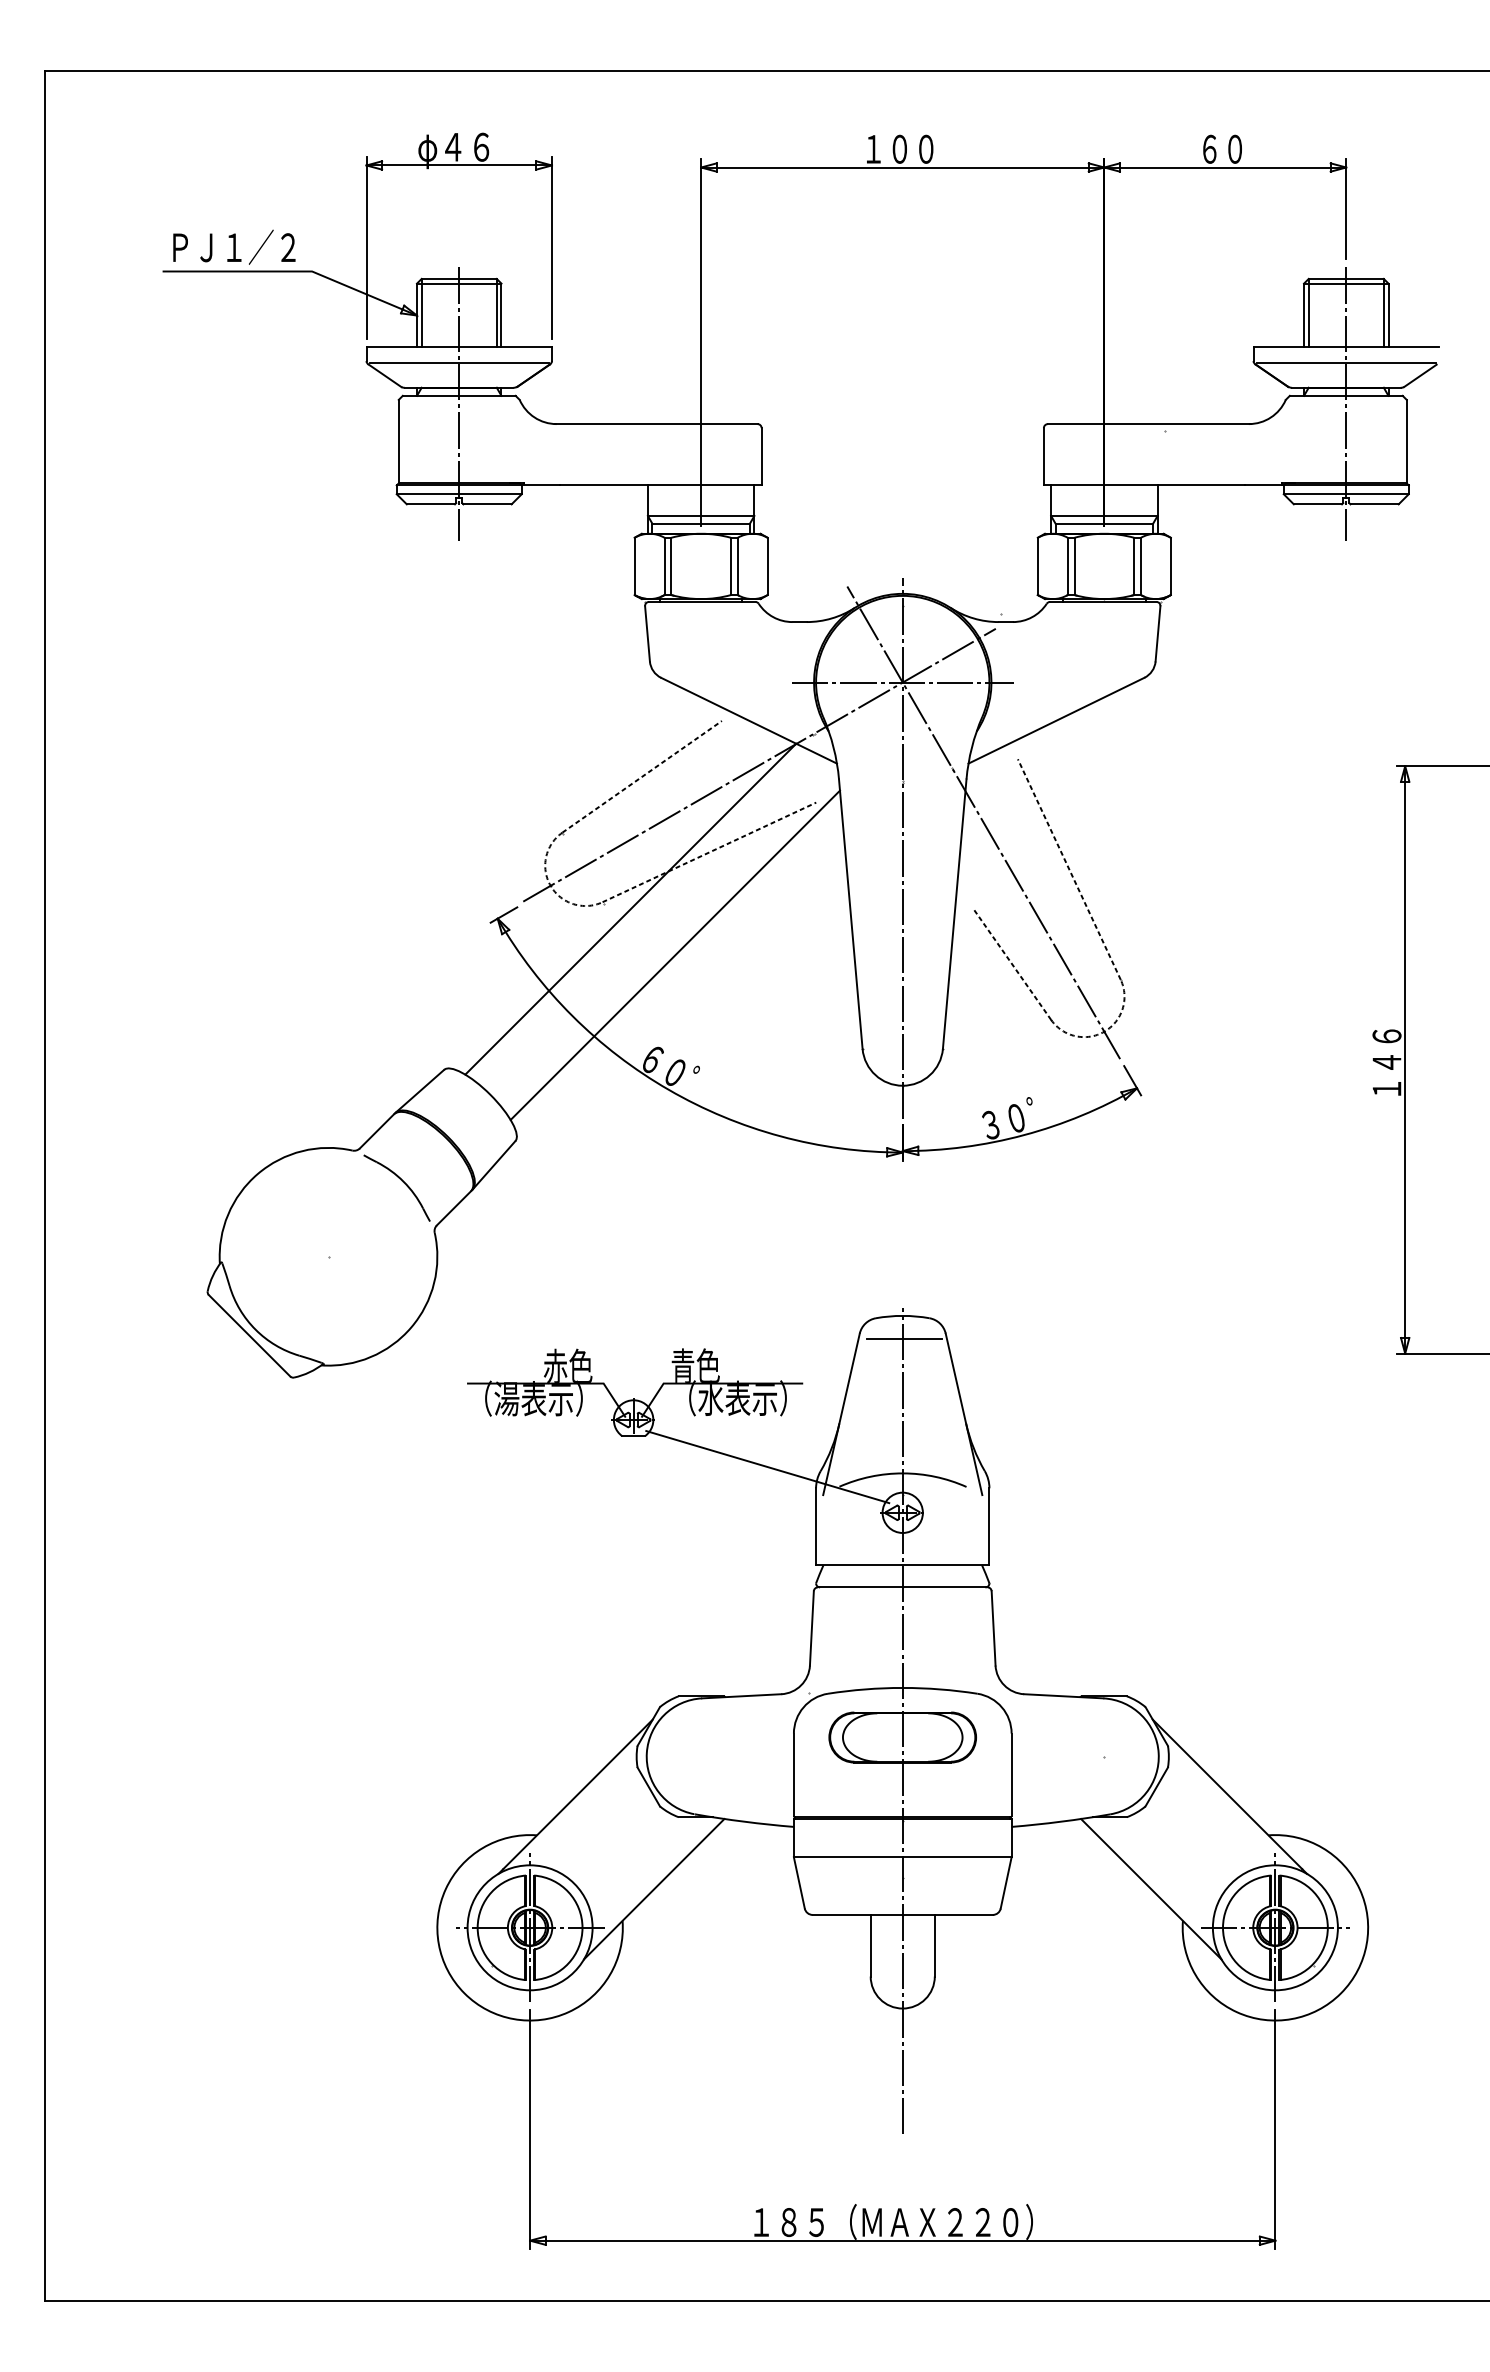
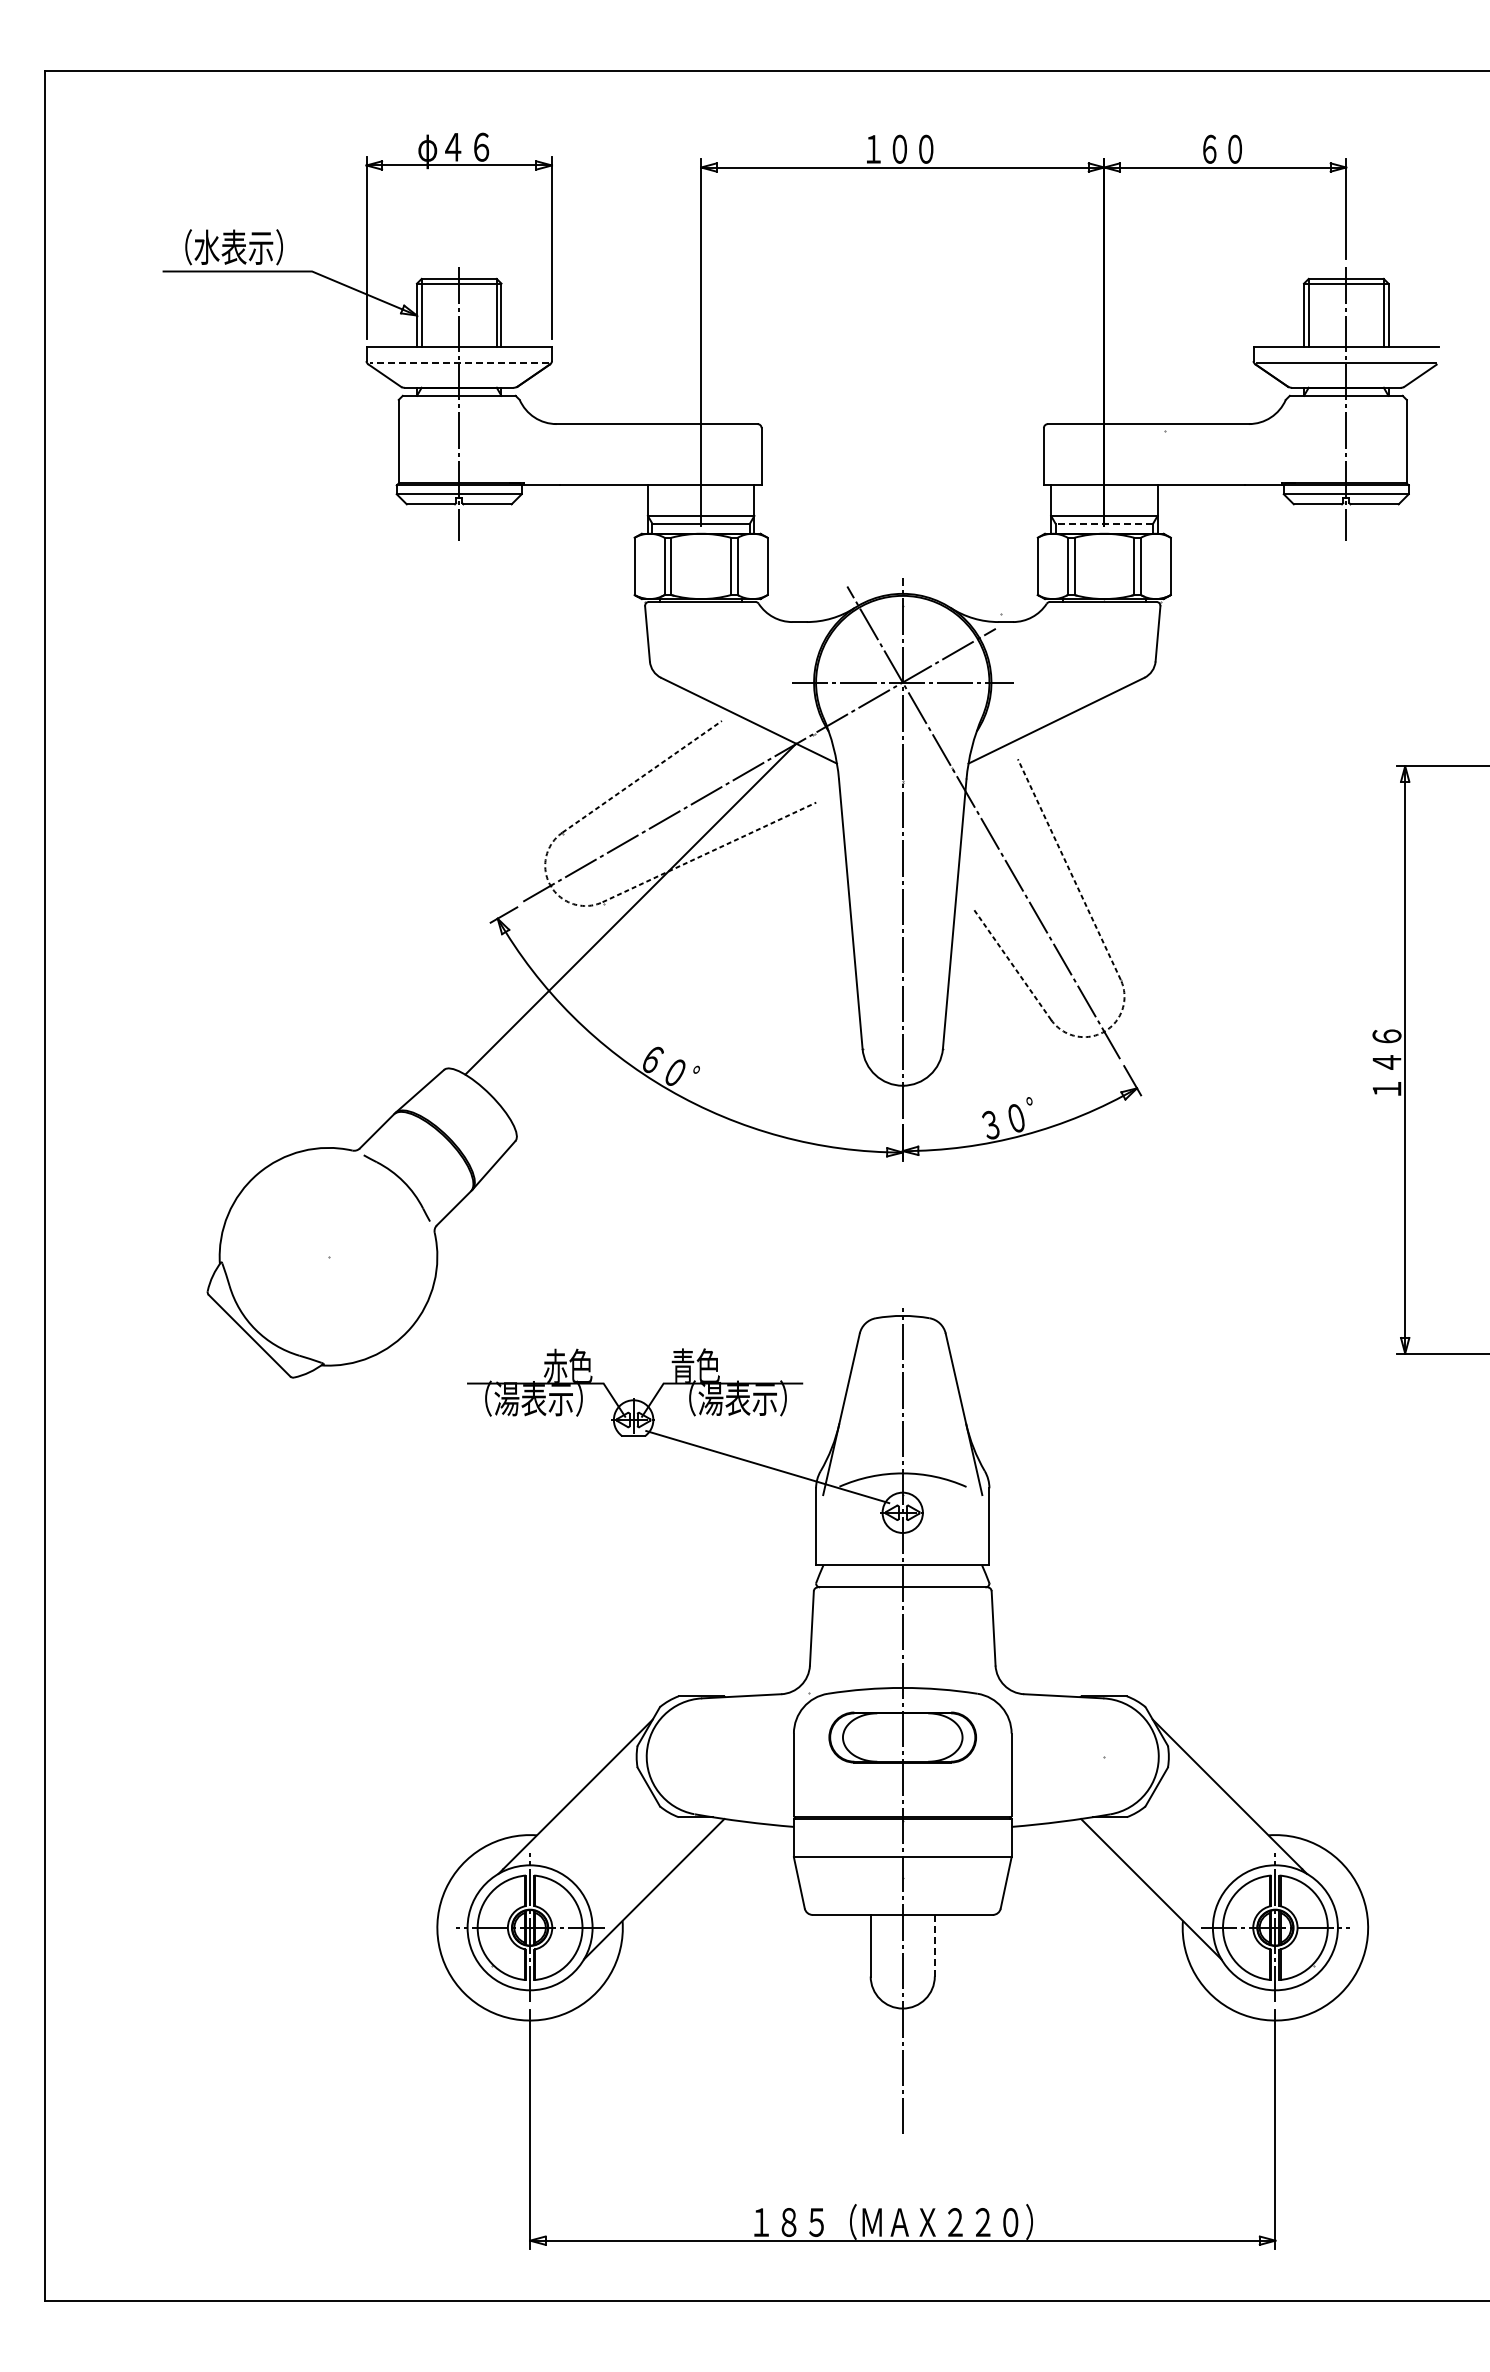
text at (234, 247): ＰＪ１／２ -> （水表示）
line at (459, 363): solid -> dashed
line at (1104, 523): solid -> dashed
line at (674, 954): present -> none
line at (904, 1339): present -> none
text at (710, 1397): （水表示） -> （湯表示）
line at (934, 1945): solid -> dashed
